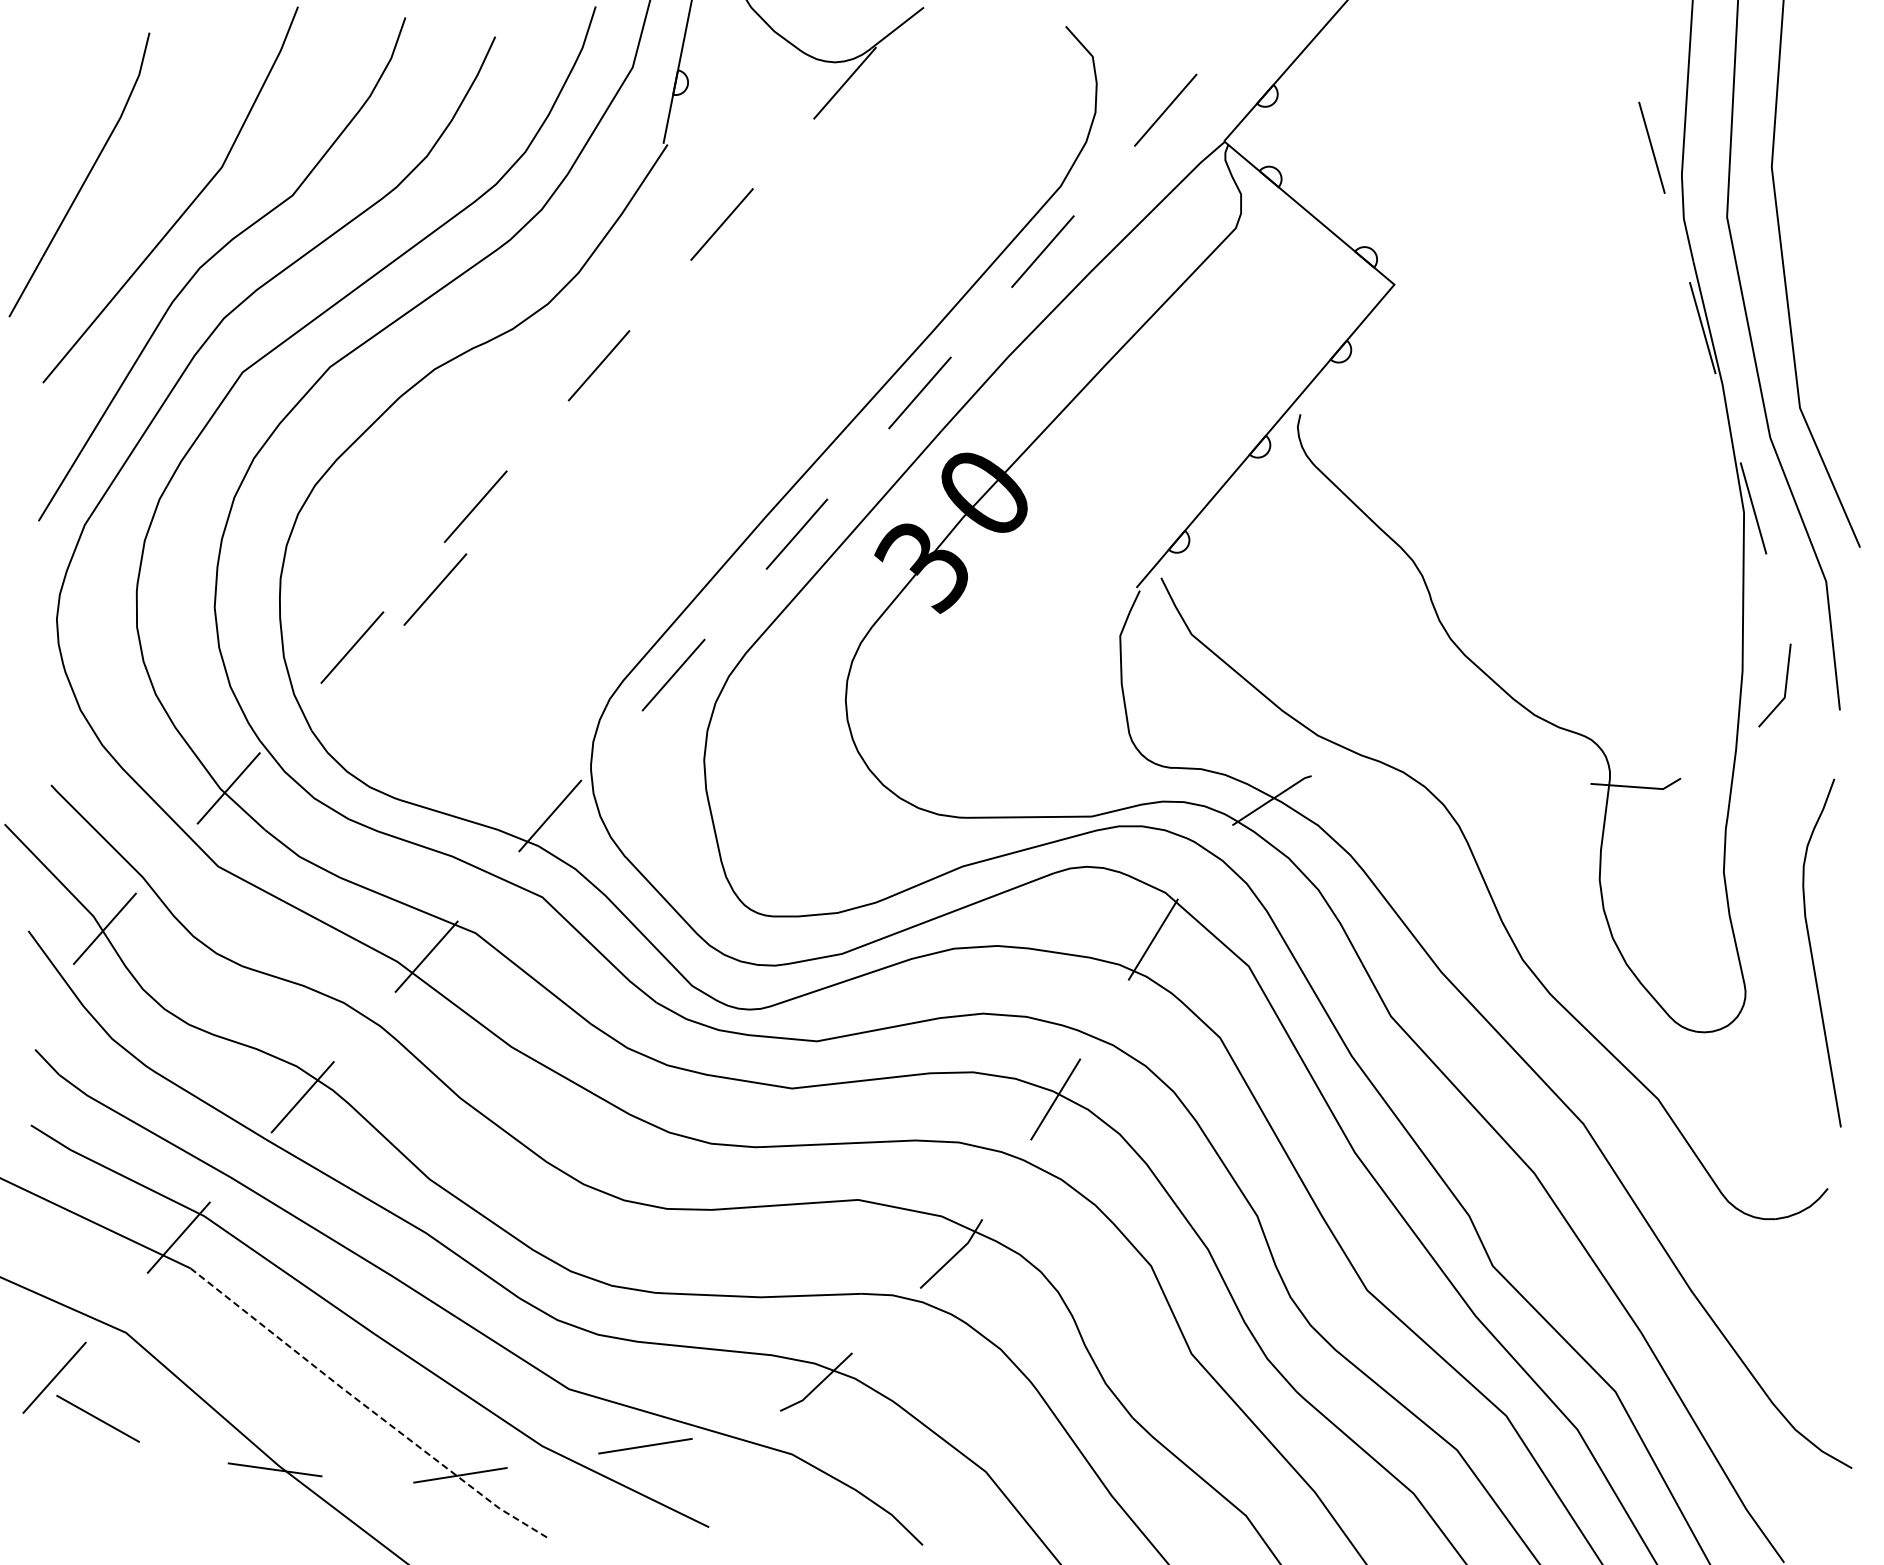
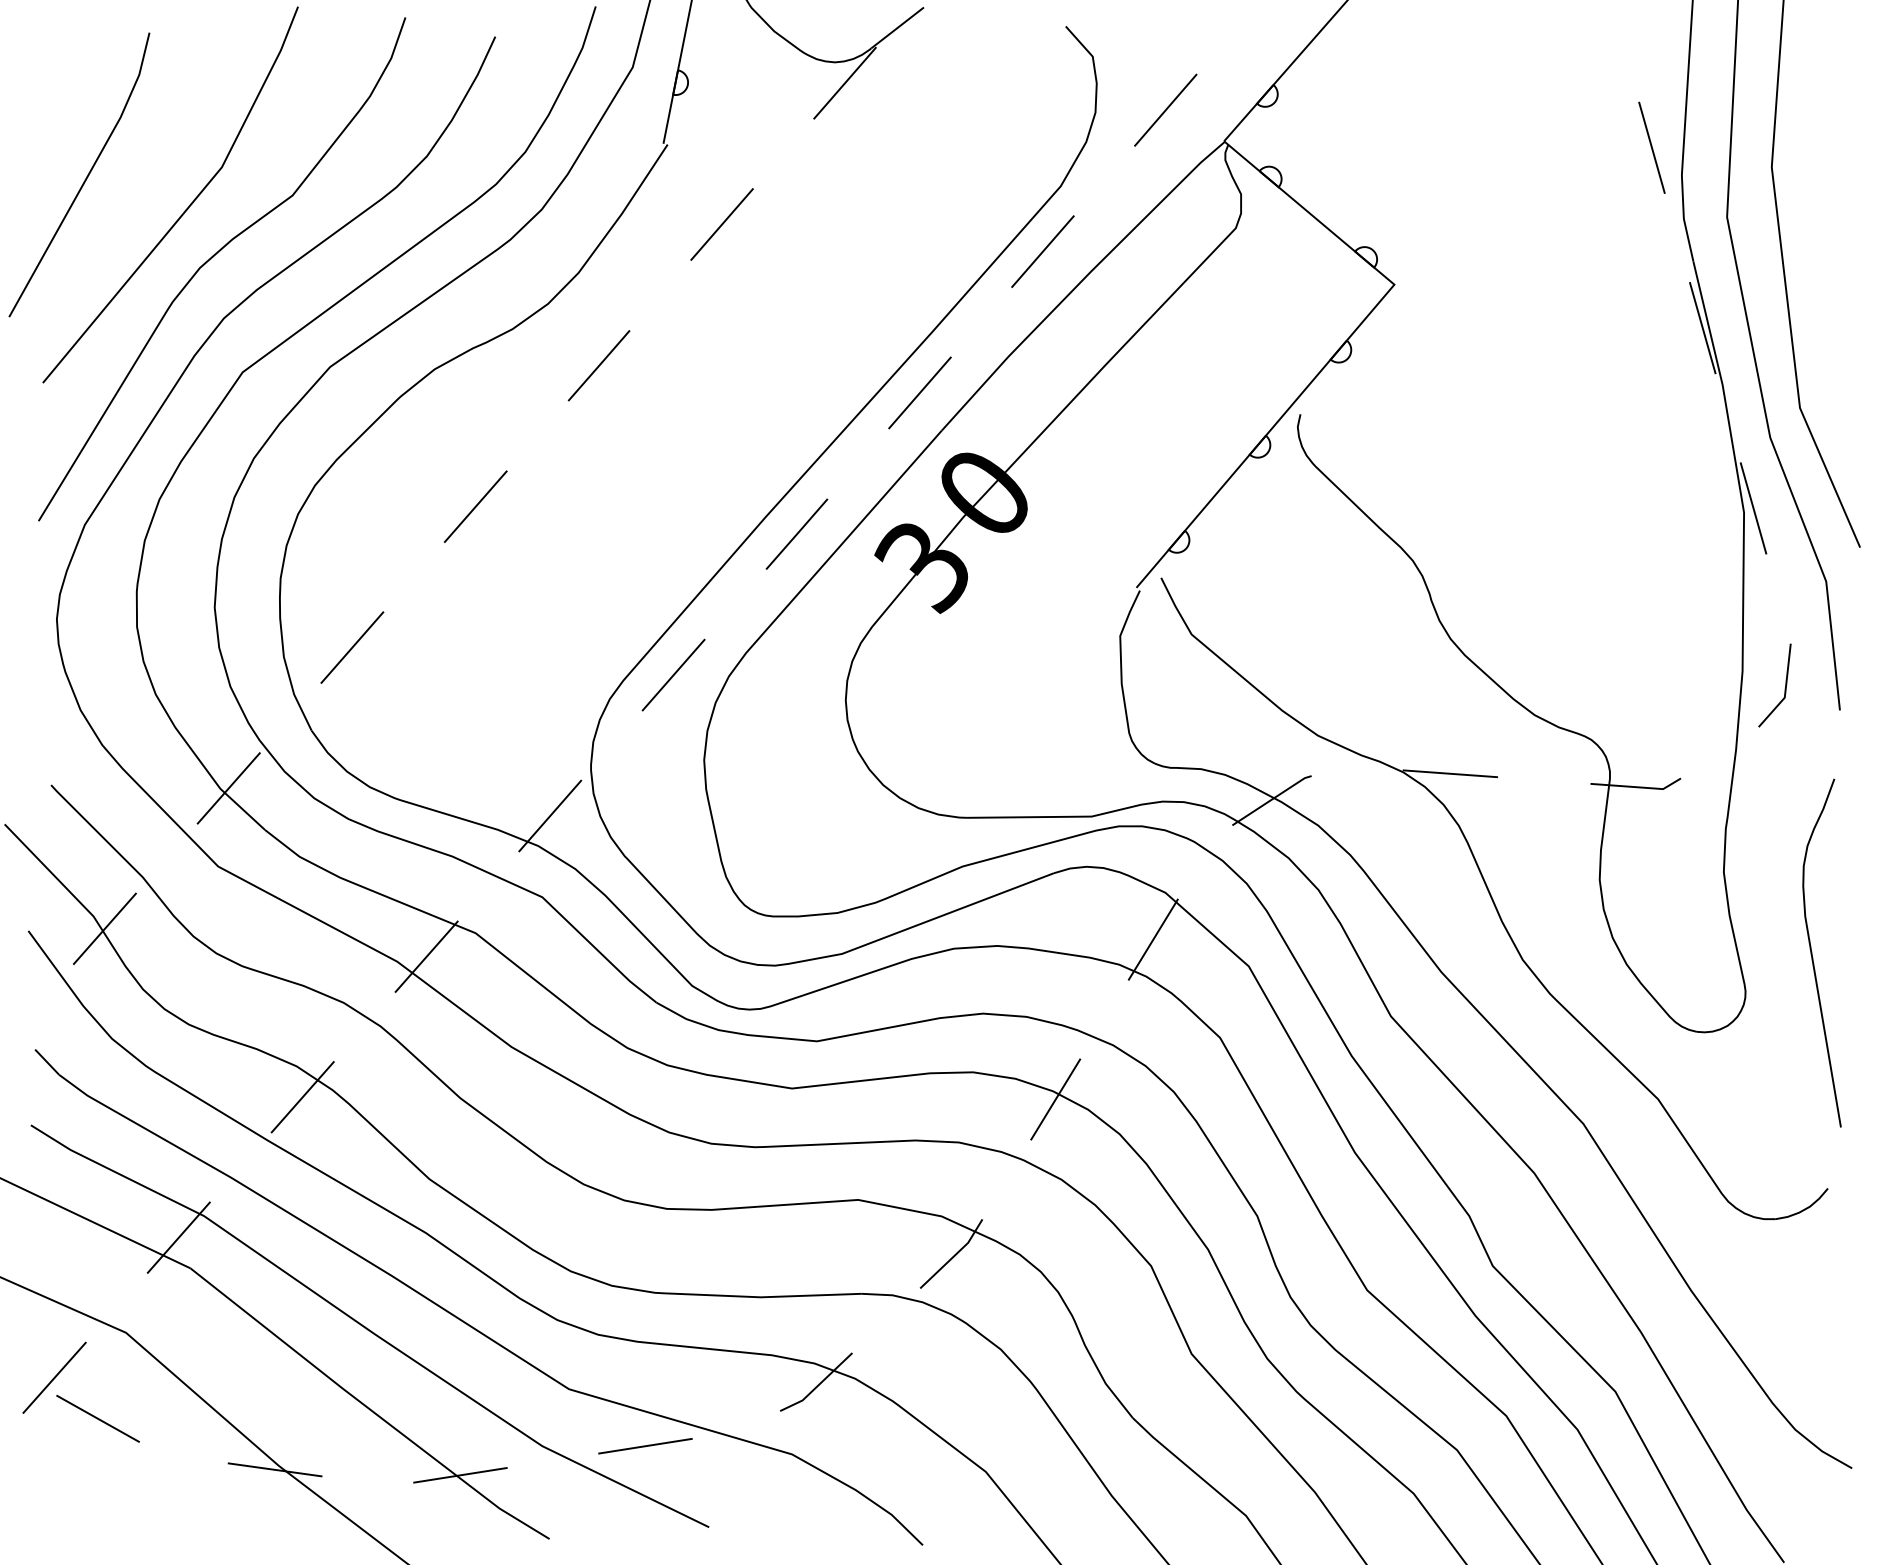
line at (435, 589): present -> none
line at (1450, 773): none -> present
line at (367, 1407): dashed -> solid
